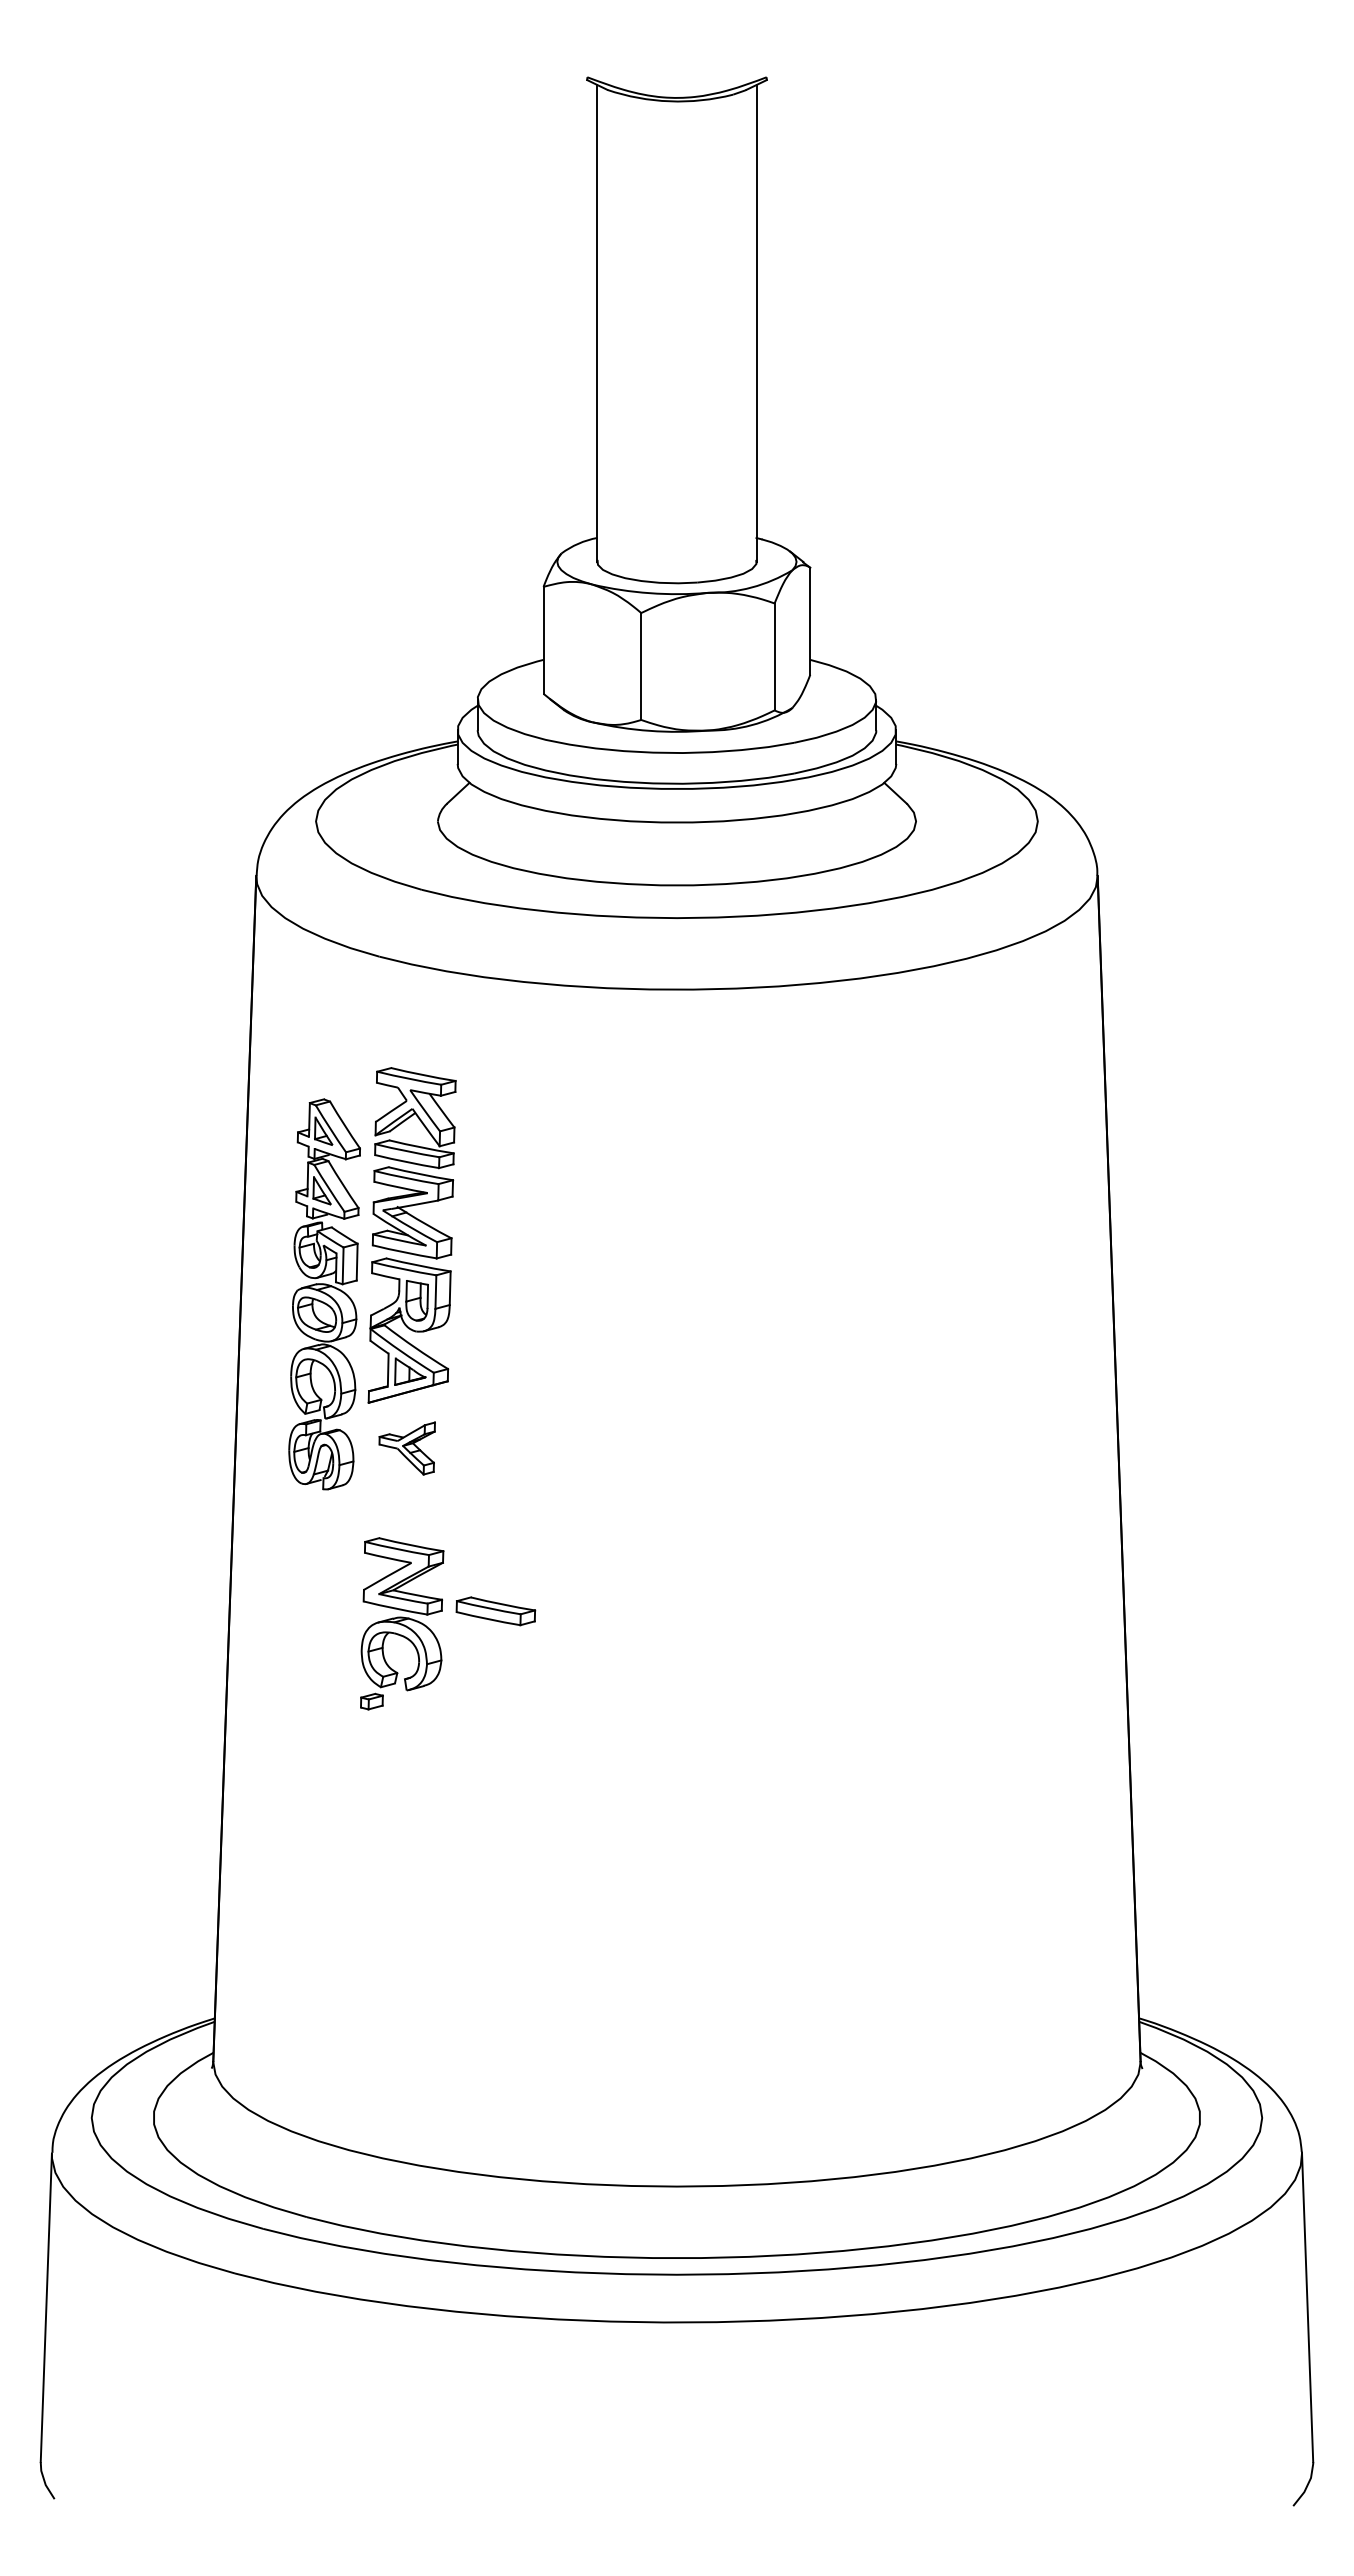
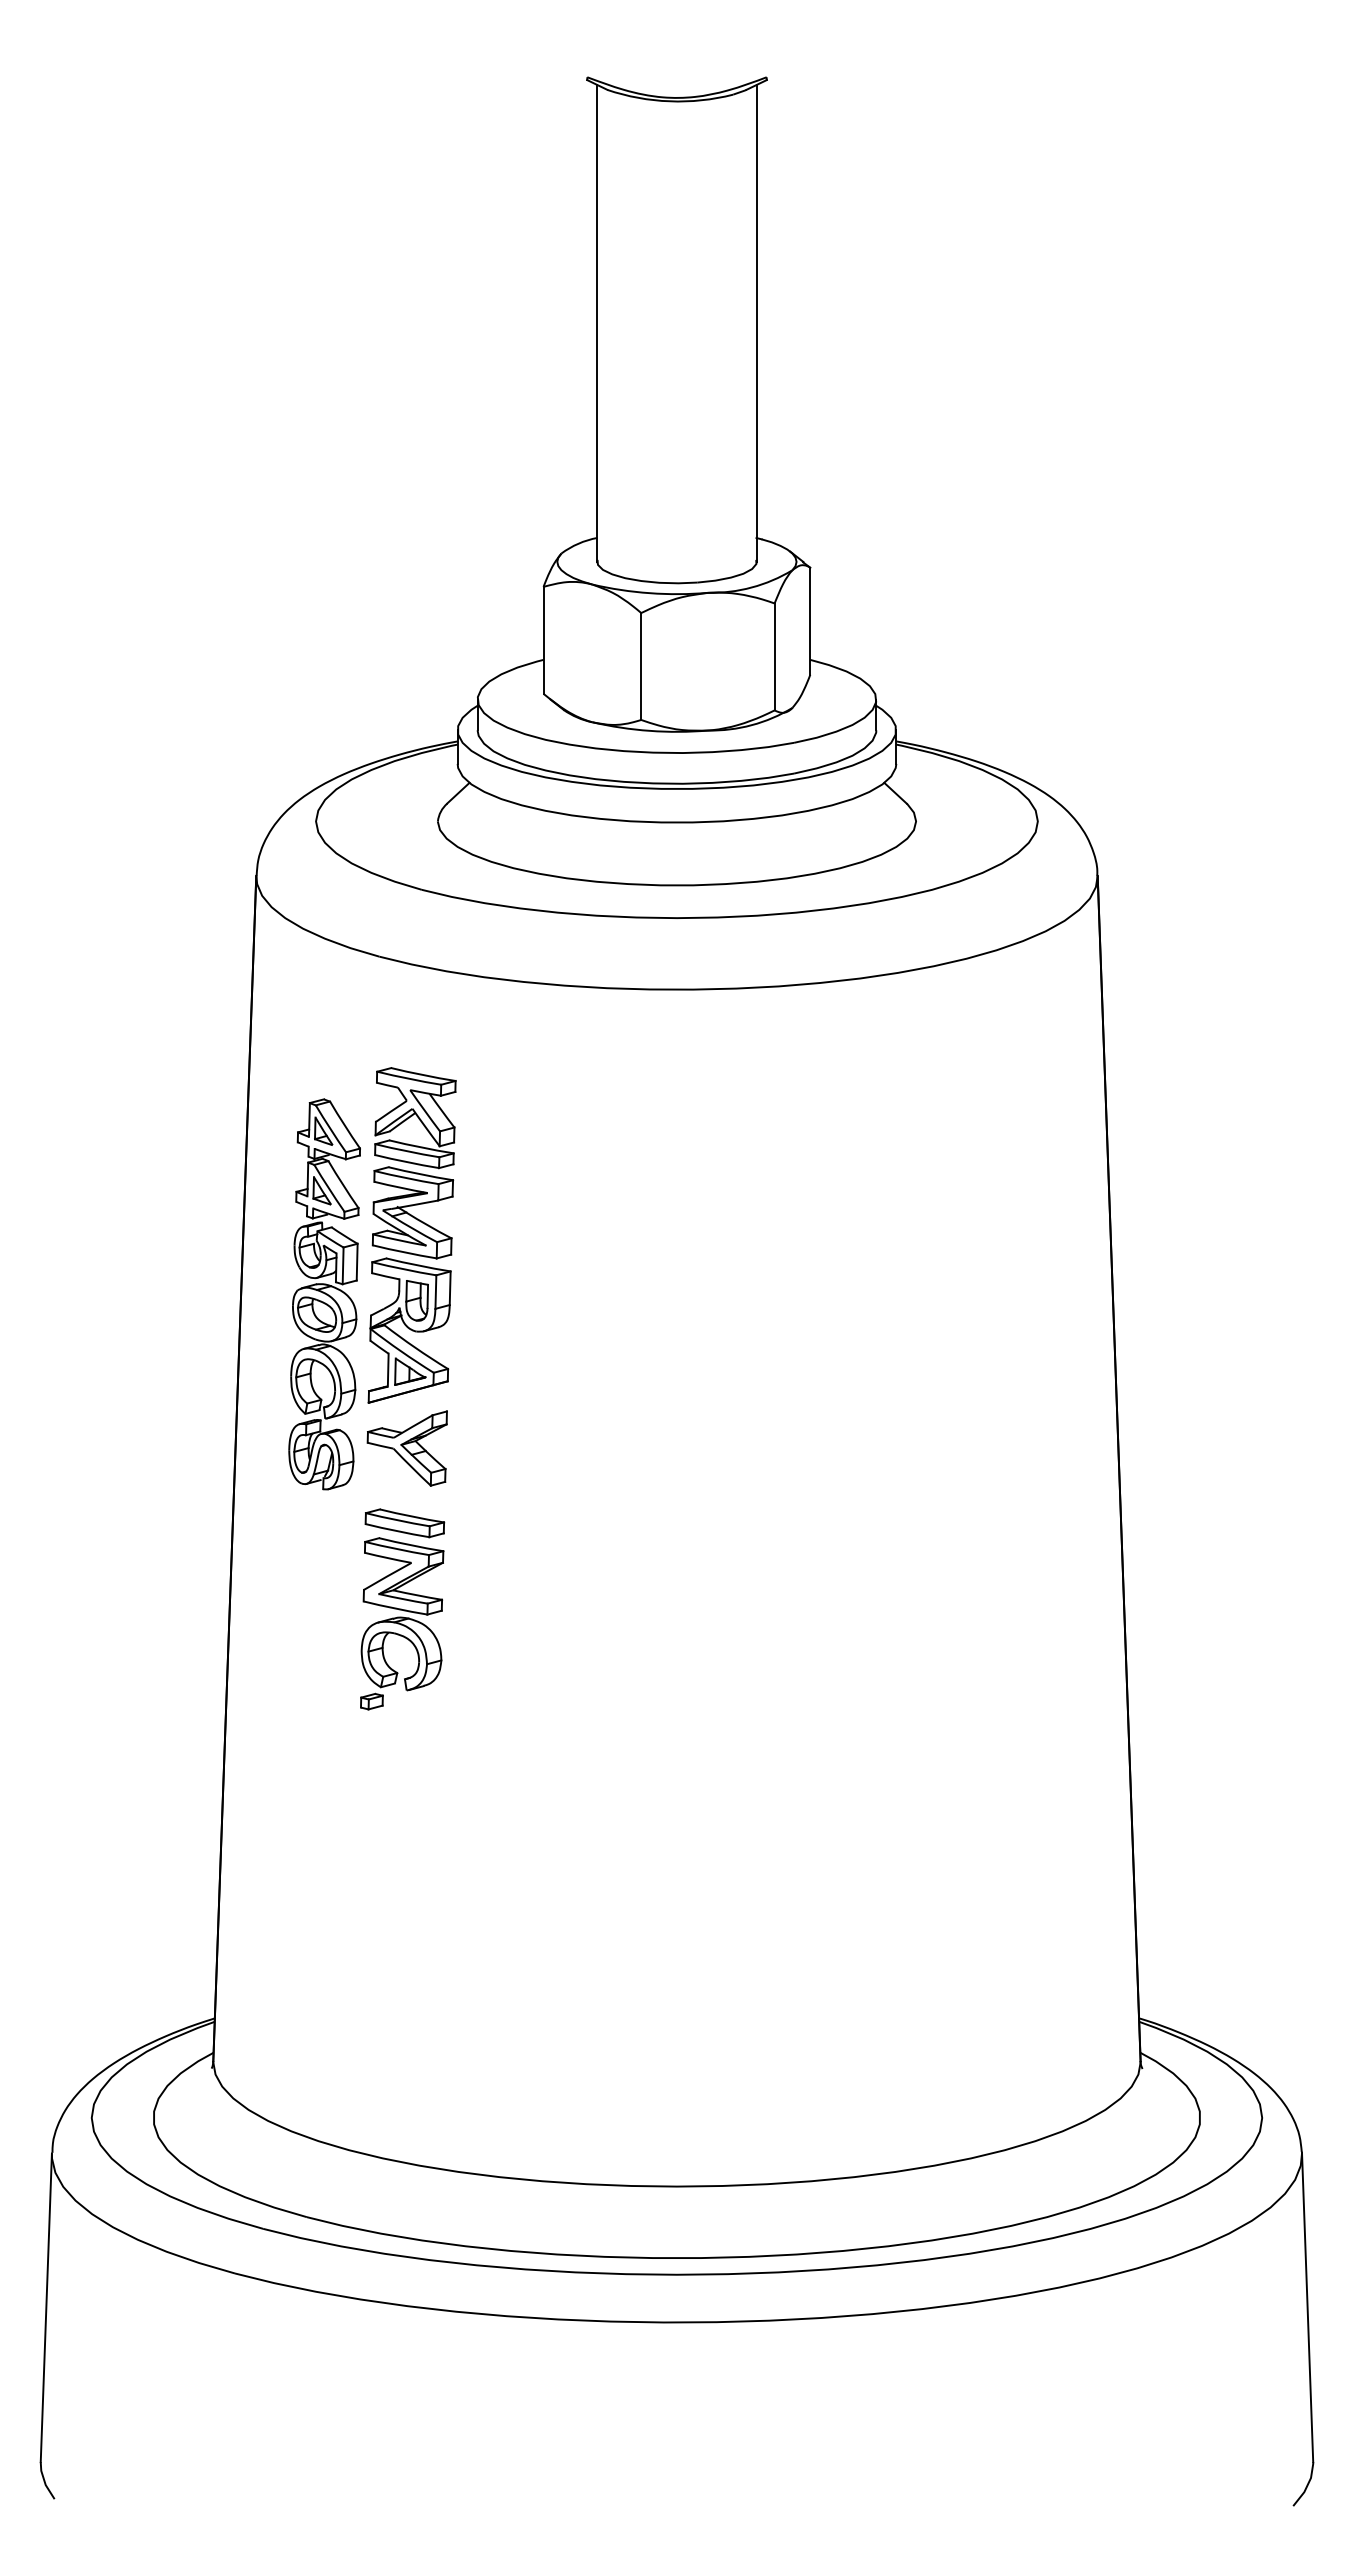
part at (406, 1448) size: 58x55 px -> 82x77 px
part at (495, 1611) position: (495, 1611) -> (404, 1523)
